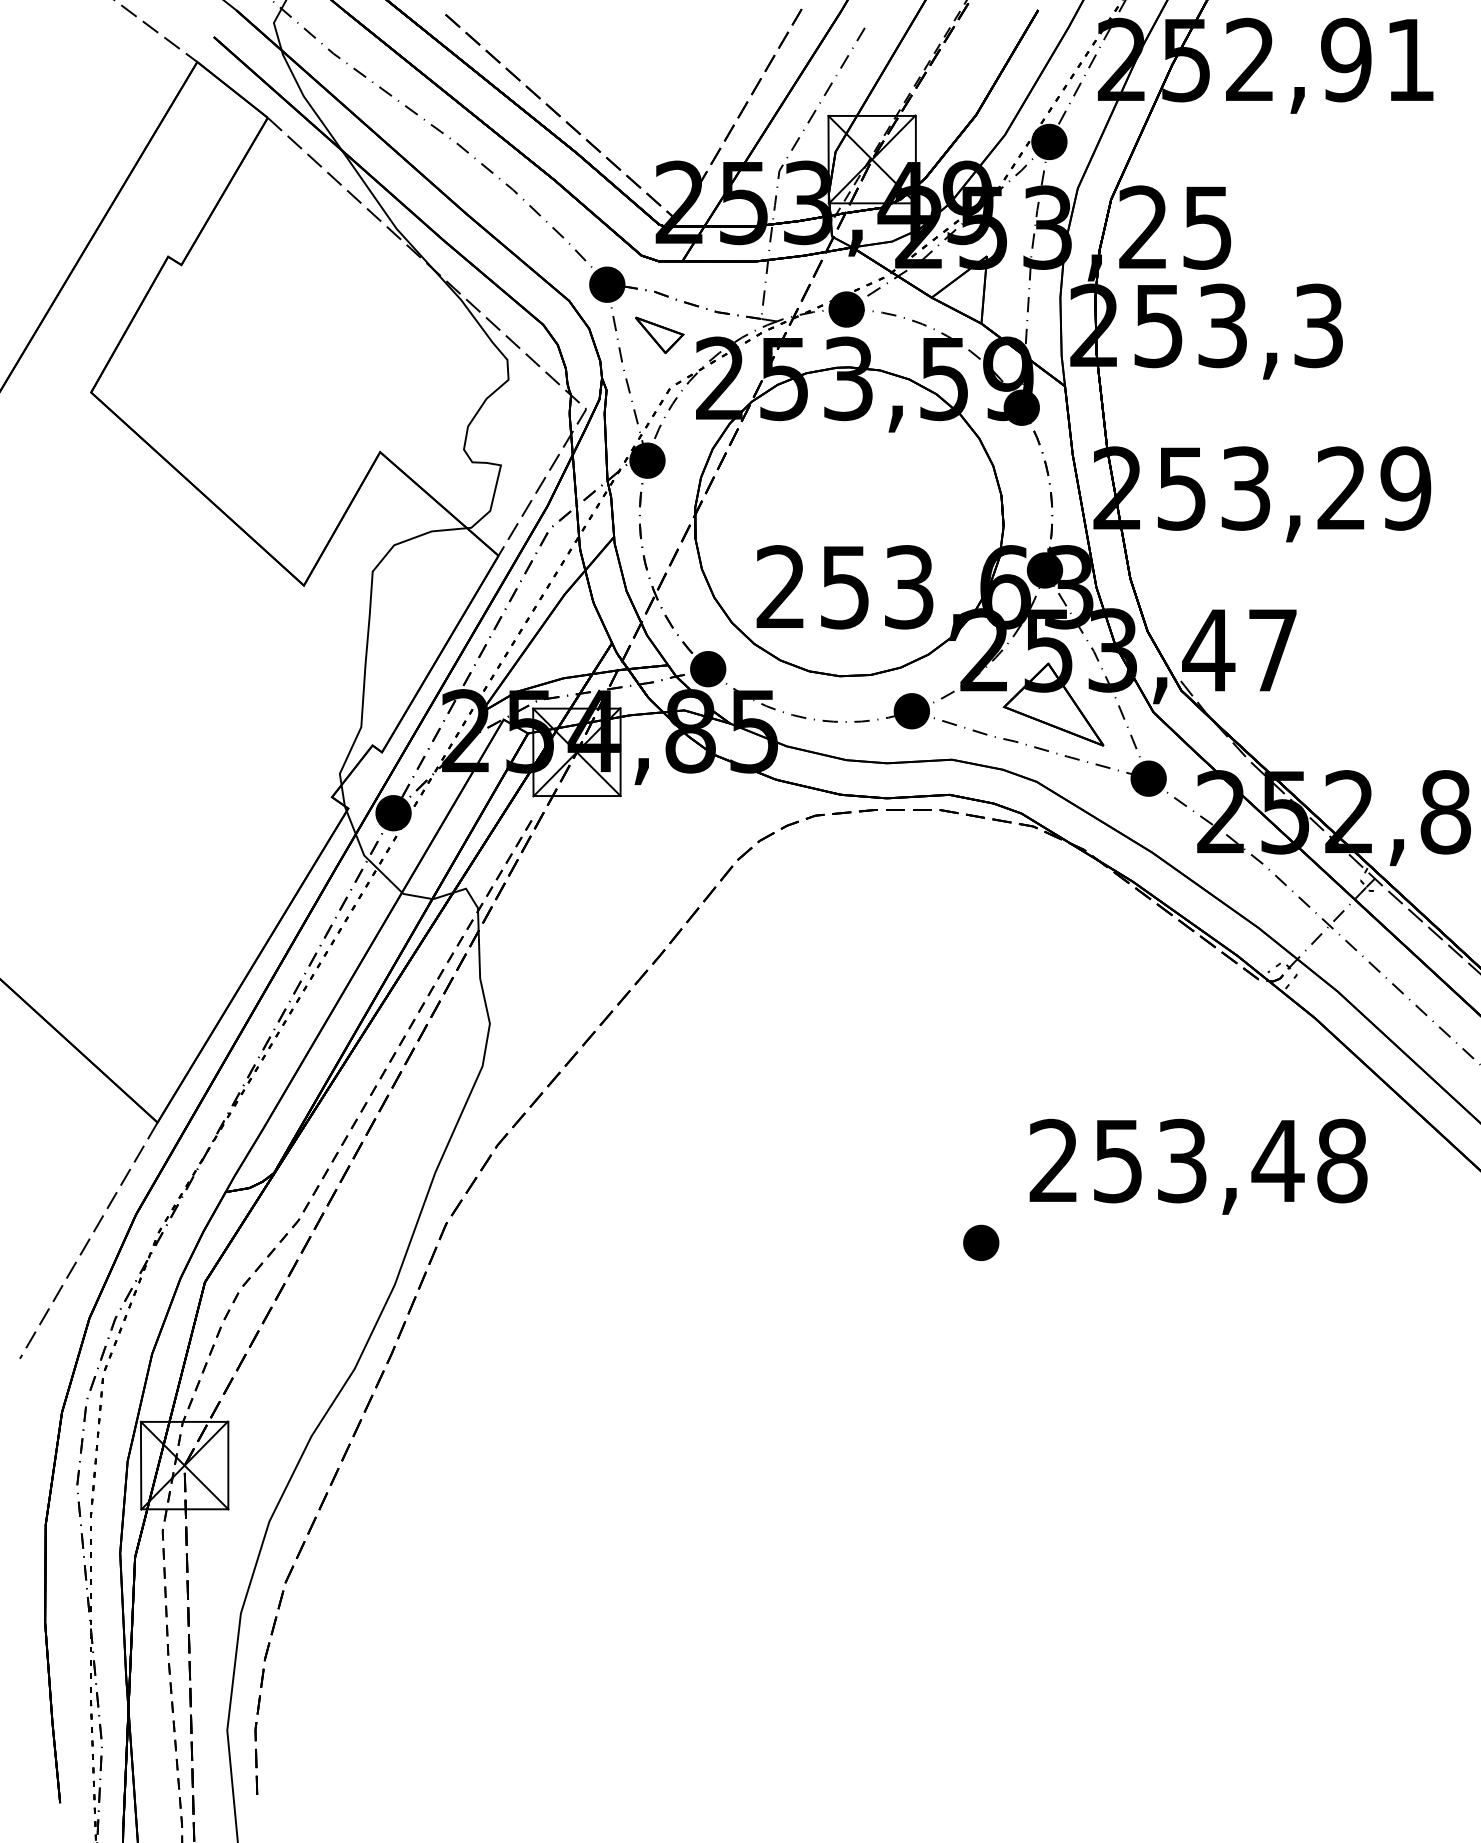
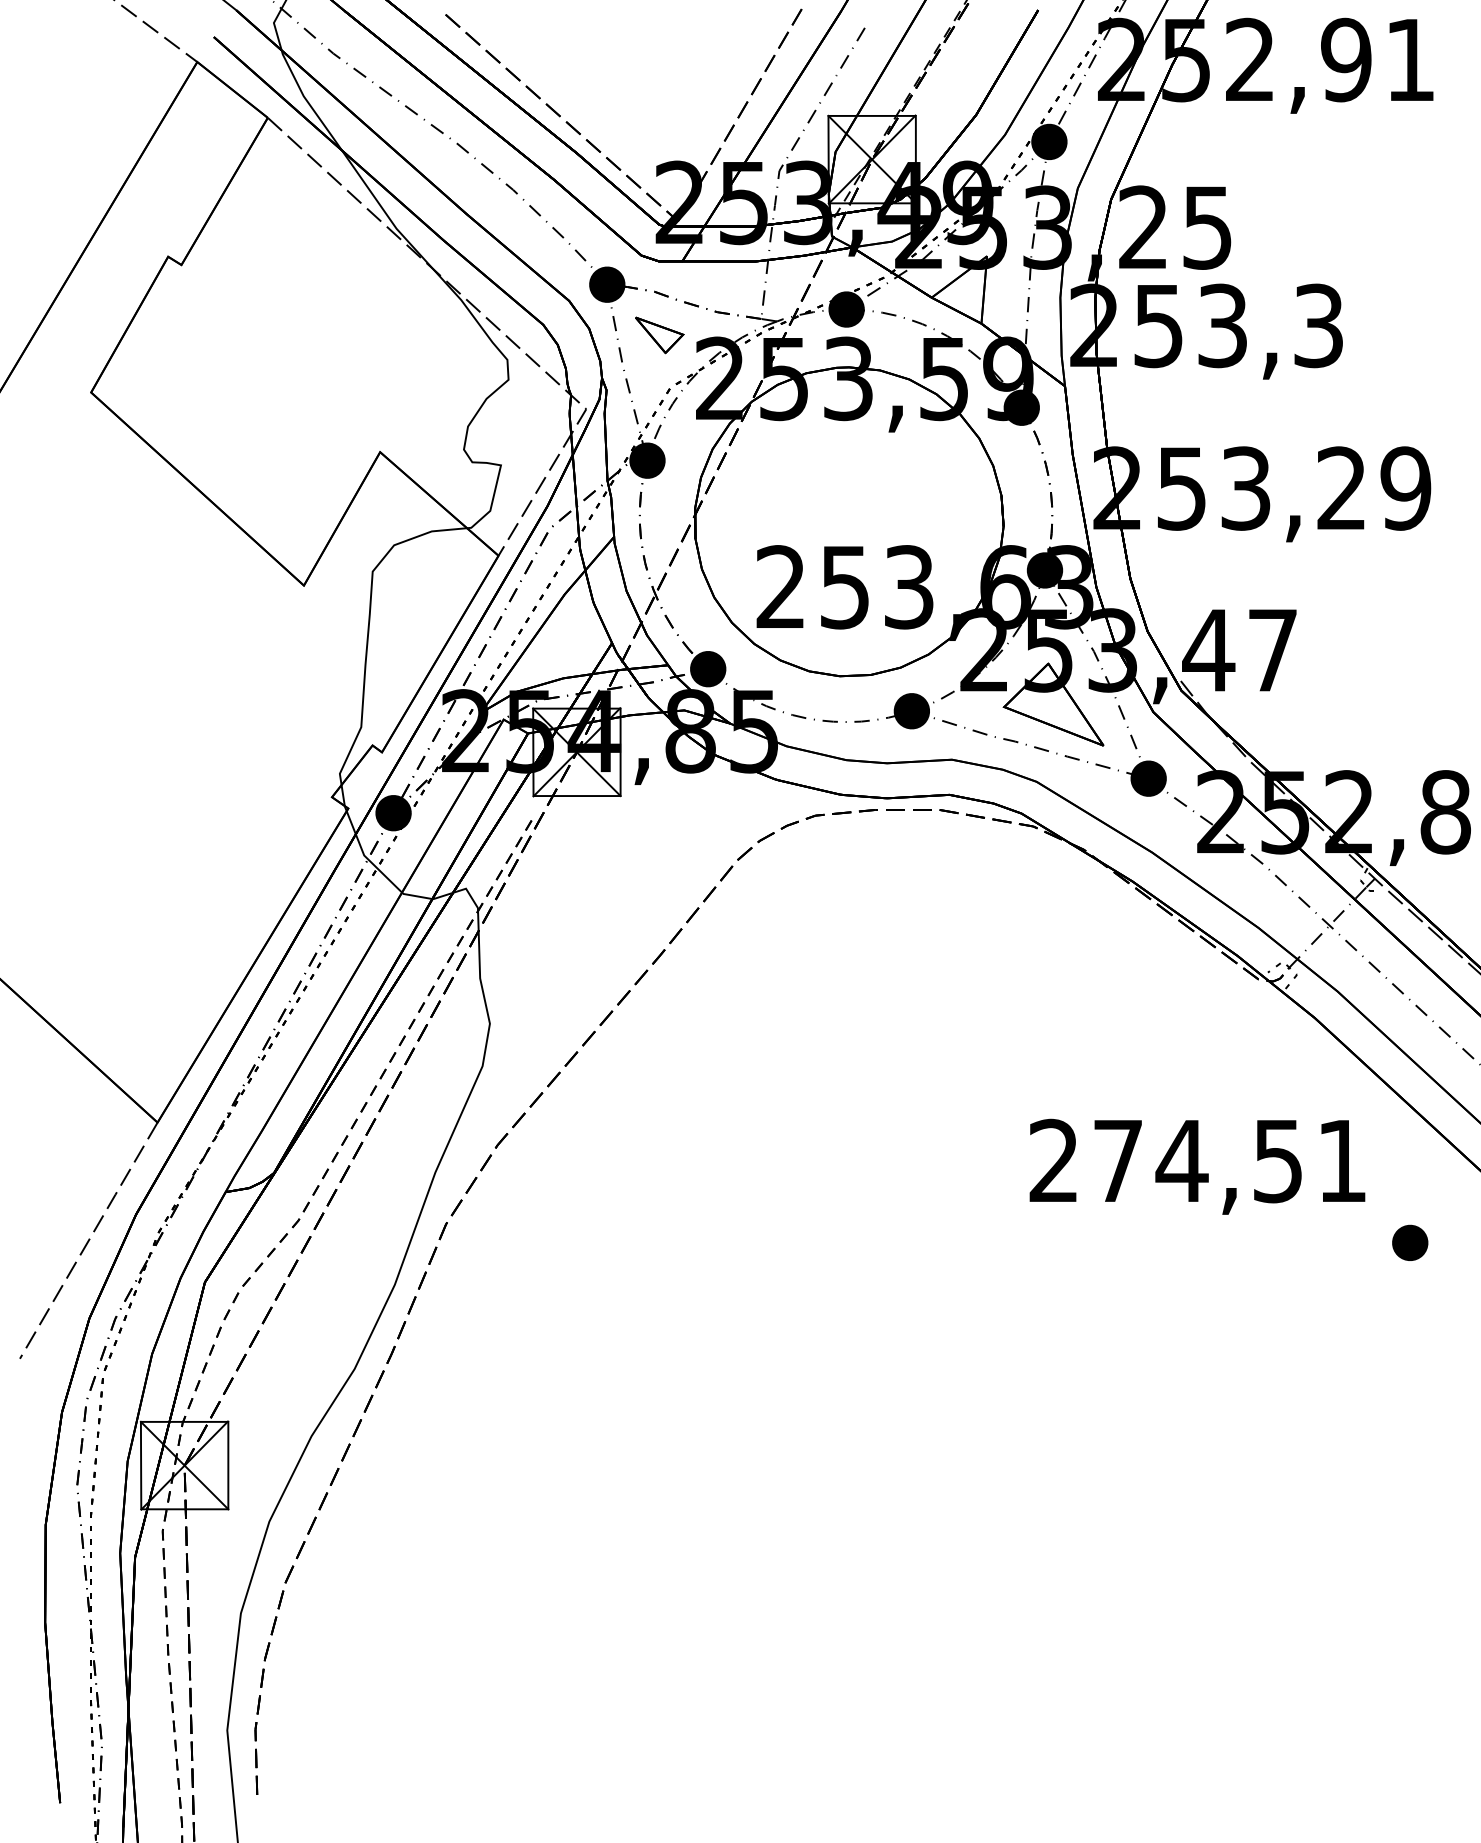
text at (1230, 1160): 253,48 -> 274,51
part at (981, 1242) position: (981, 1242) -> (1410, 1242)
